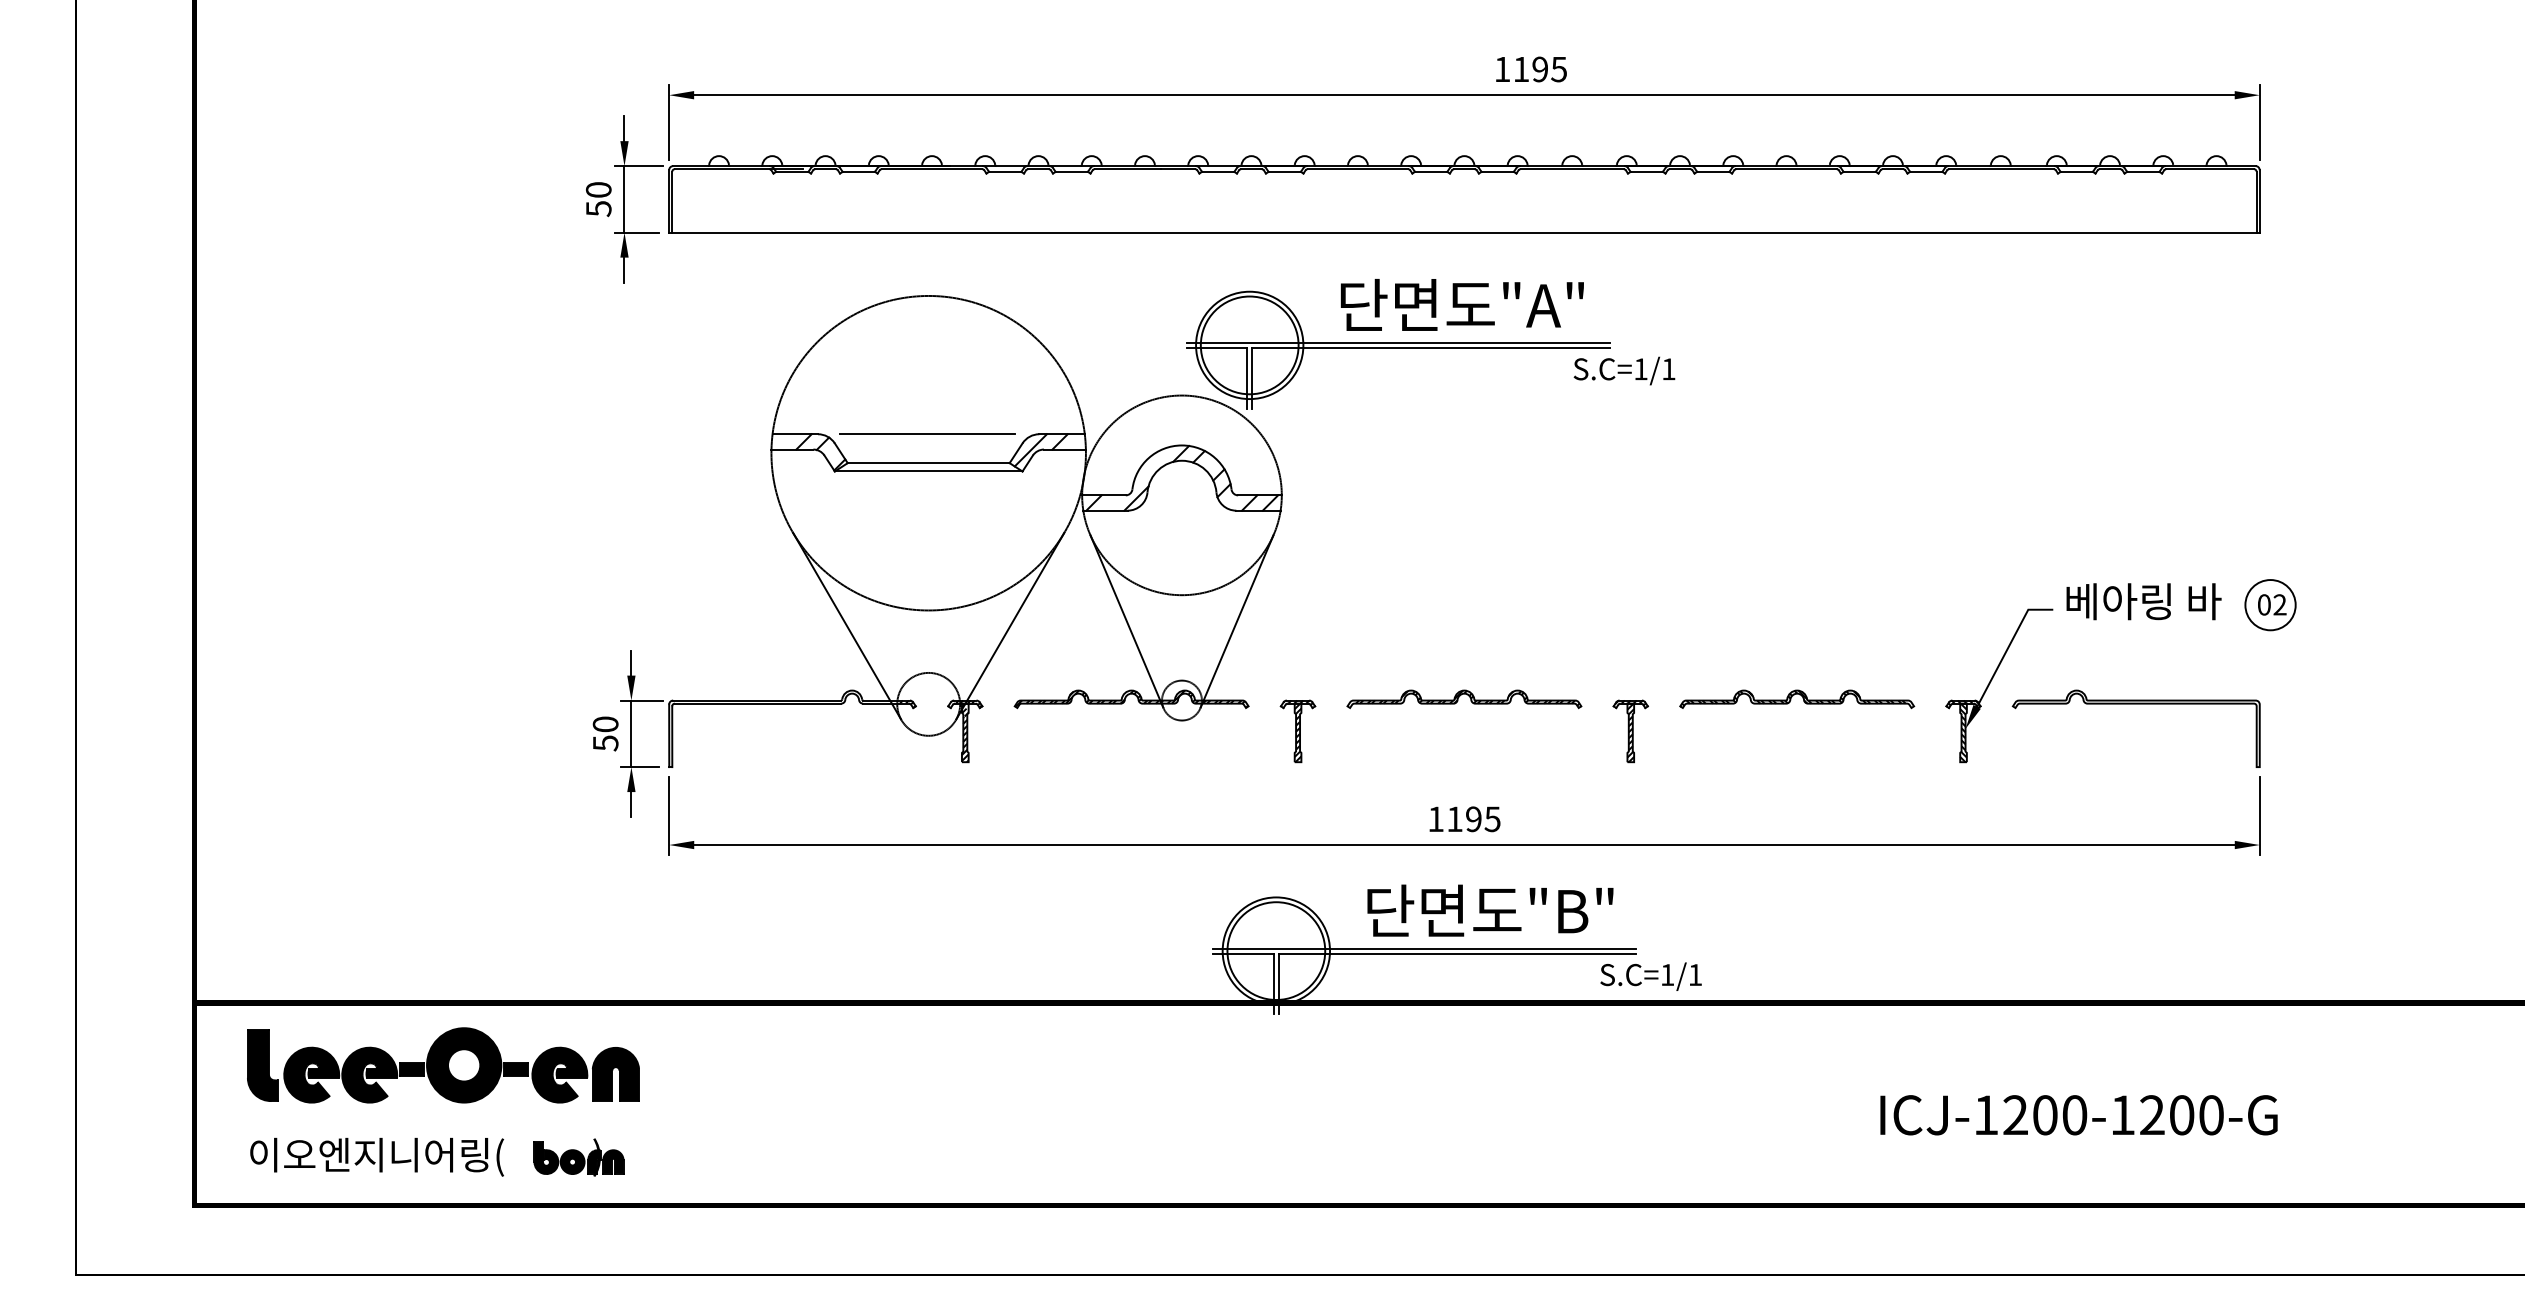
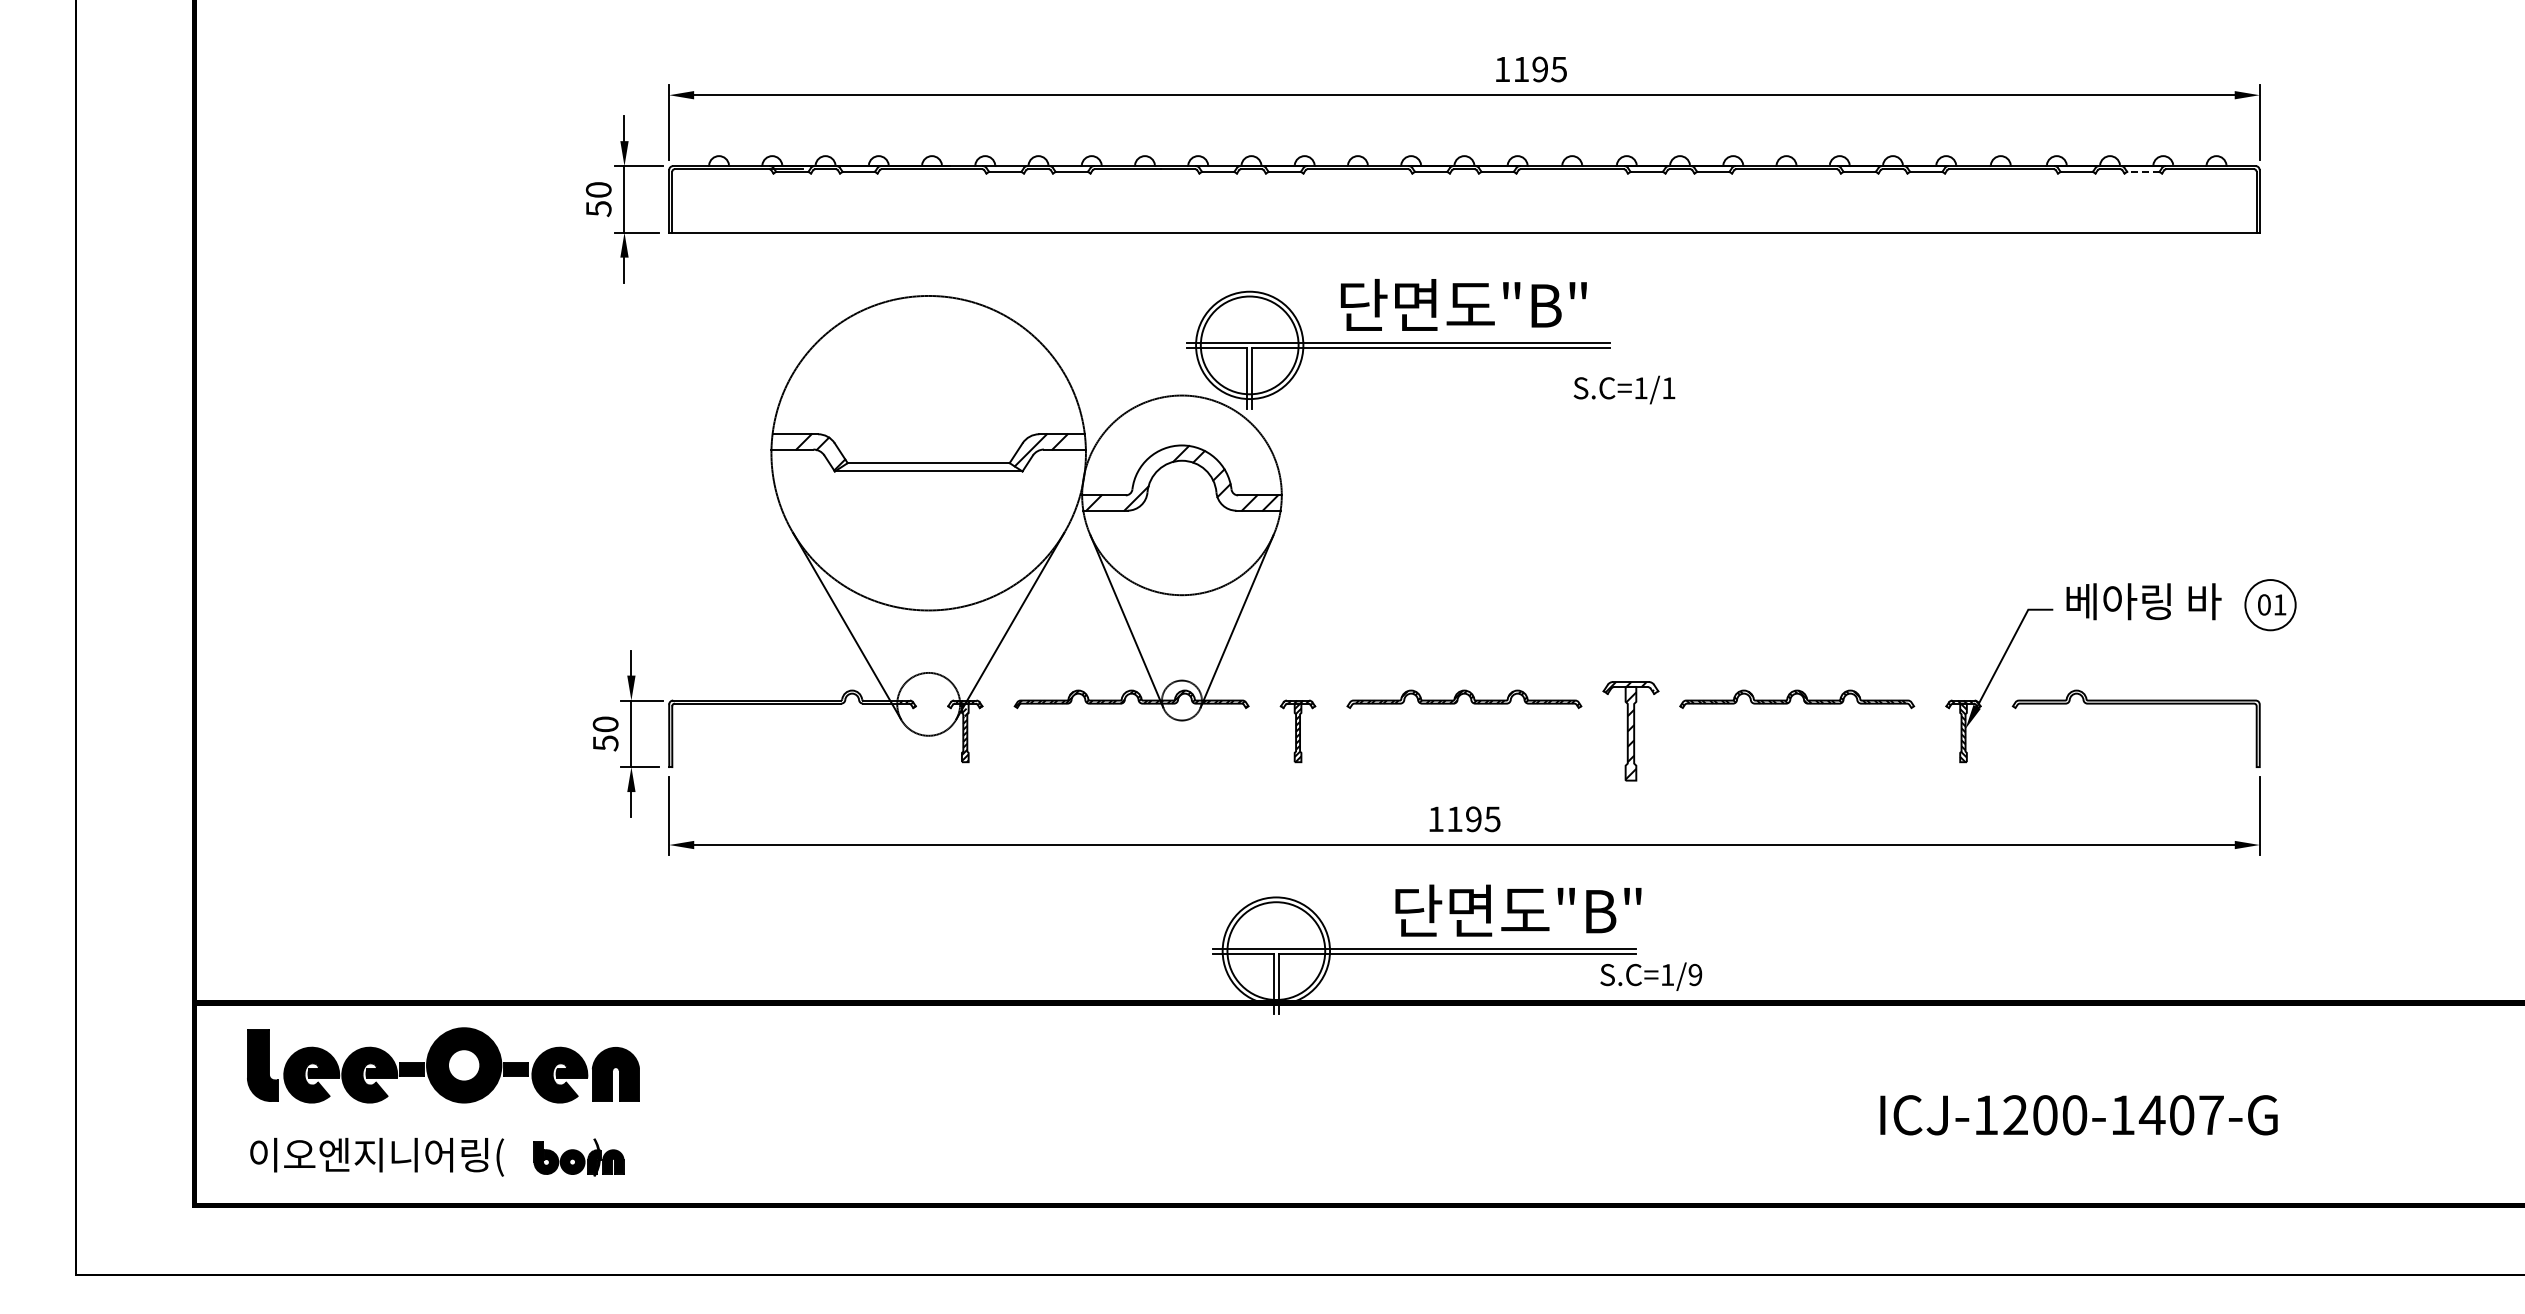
line at (2142, 171): solid -> dashed
text at (1556, 304): 단면도"A" -> 단면도"B"
text at (1624, 370) position: (1624, 370) -> (1624, 389)
line at (927, 434): present -> none
text at (2279, 604): 02 -> 01
part at (1630, 731) size: 37x65 px -> 58x101 px
text at (1490, 910) position: (1490, 910) -> (1518, 910)
text at (1695, 974): S.C=1/1 -> S.C=1/9
text at (2180, 1115): ICJ-1200-1200-G -> ICJ-1200-1407-G
